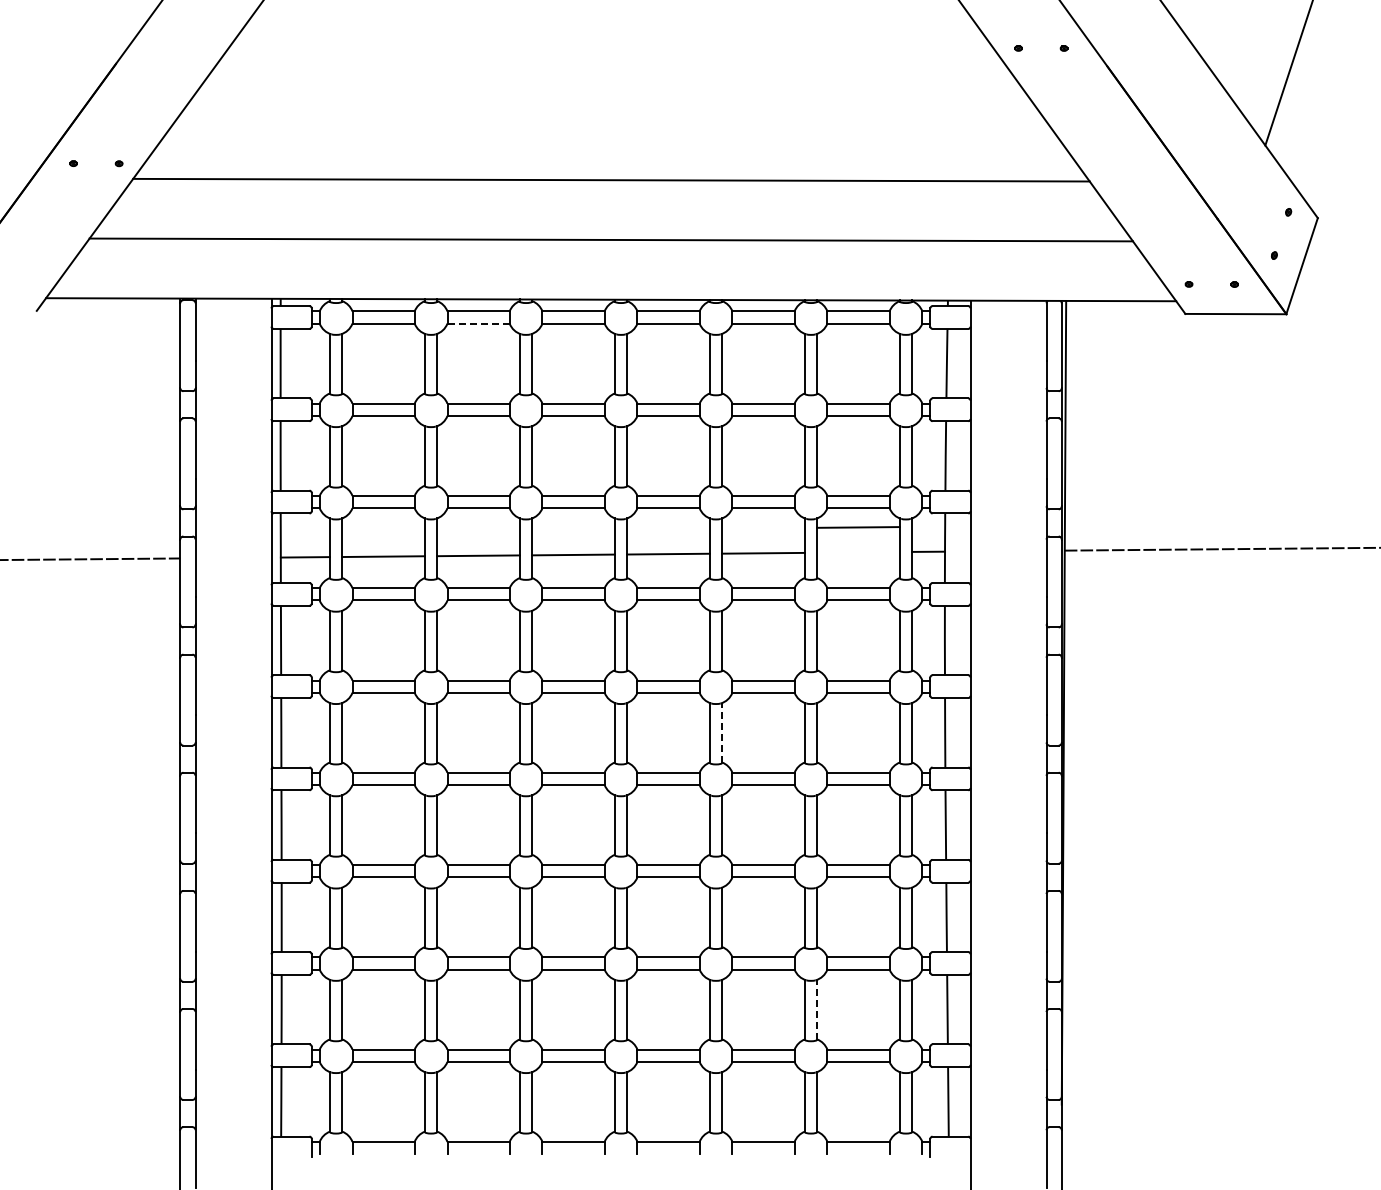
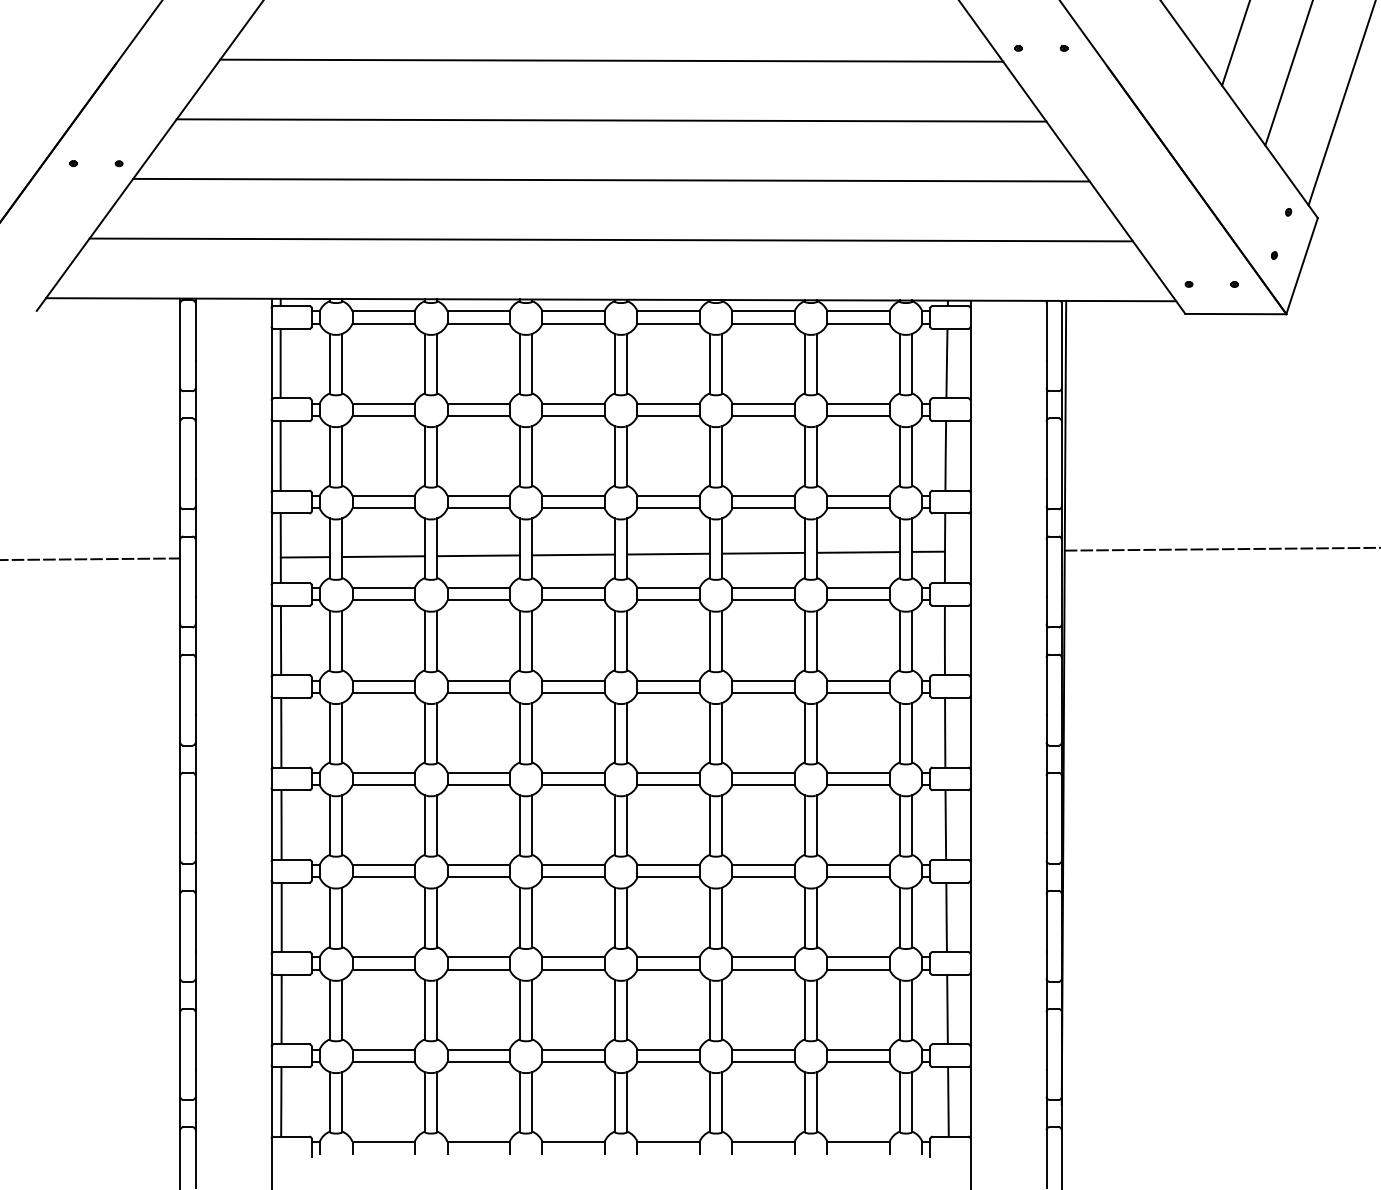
line at (1235, 43): none -> present
line at (611, 60): none -> present
line at (1341, 103): none -> present
line at (611, 120): none -> present
line at (478, 323): dashed -> solid
line at (858, 527) position: (858, 527) -> (858, 552)
line at (722, 733): dashed -> solid
line at (817, 1009): dashed -> solid
